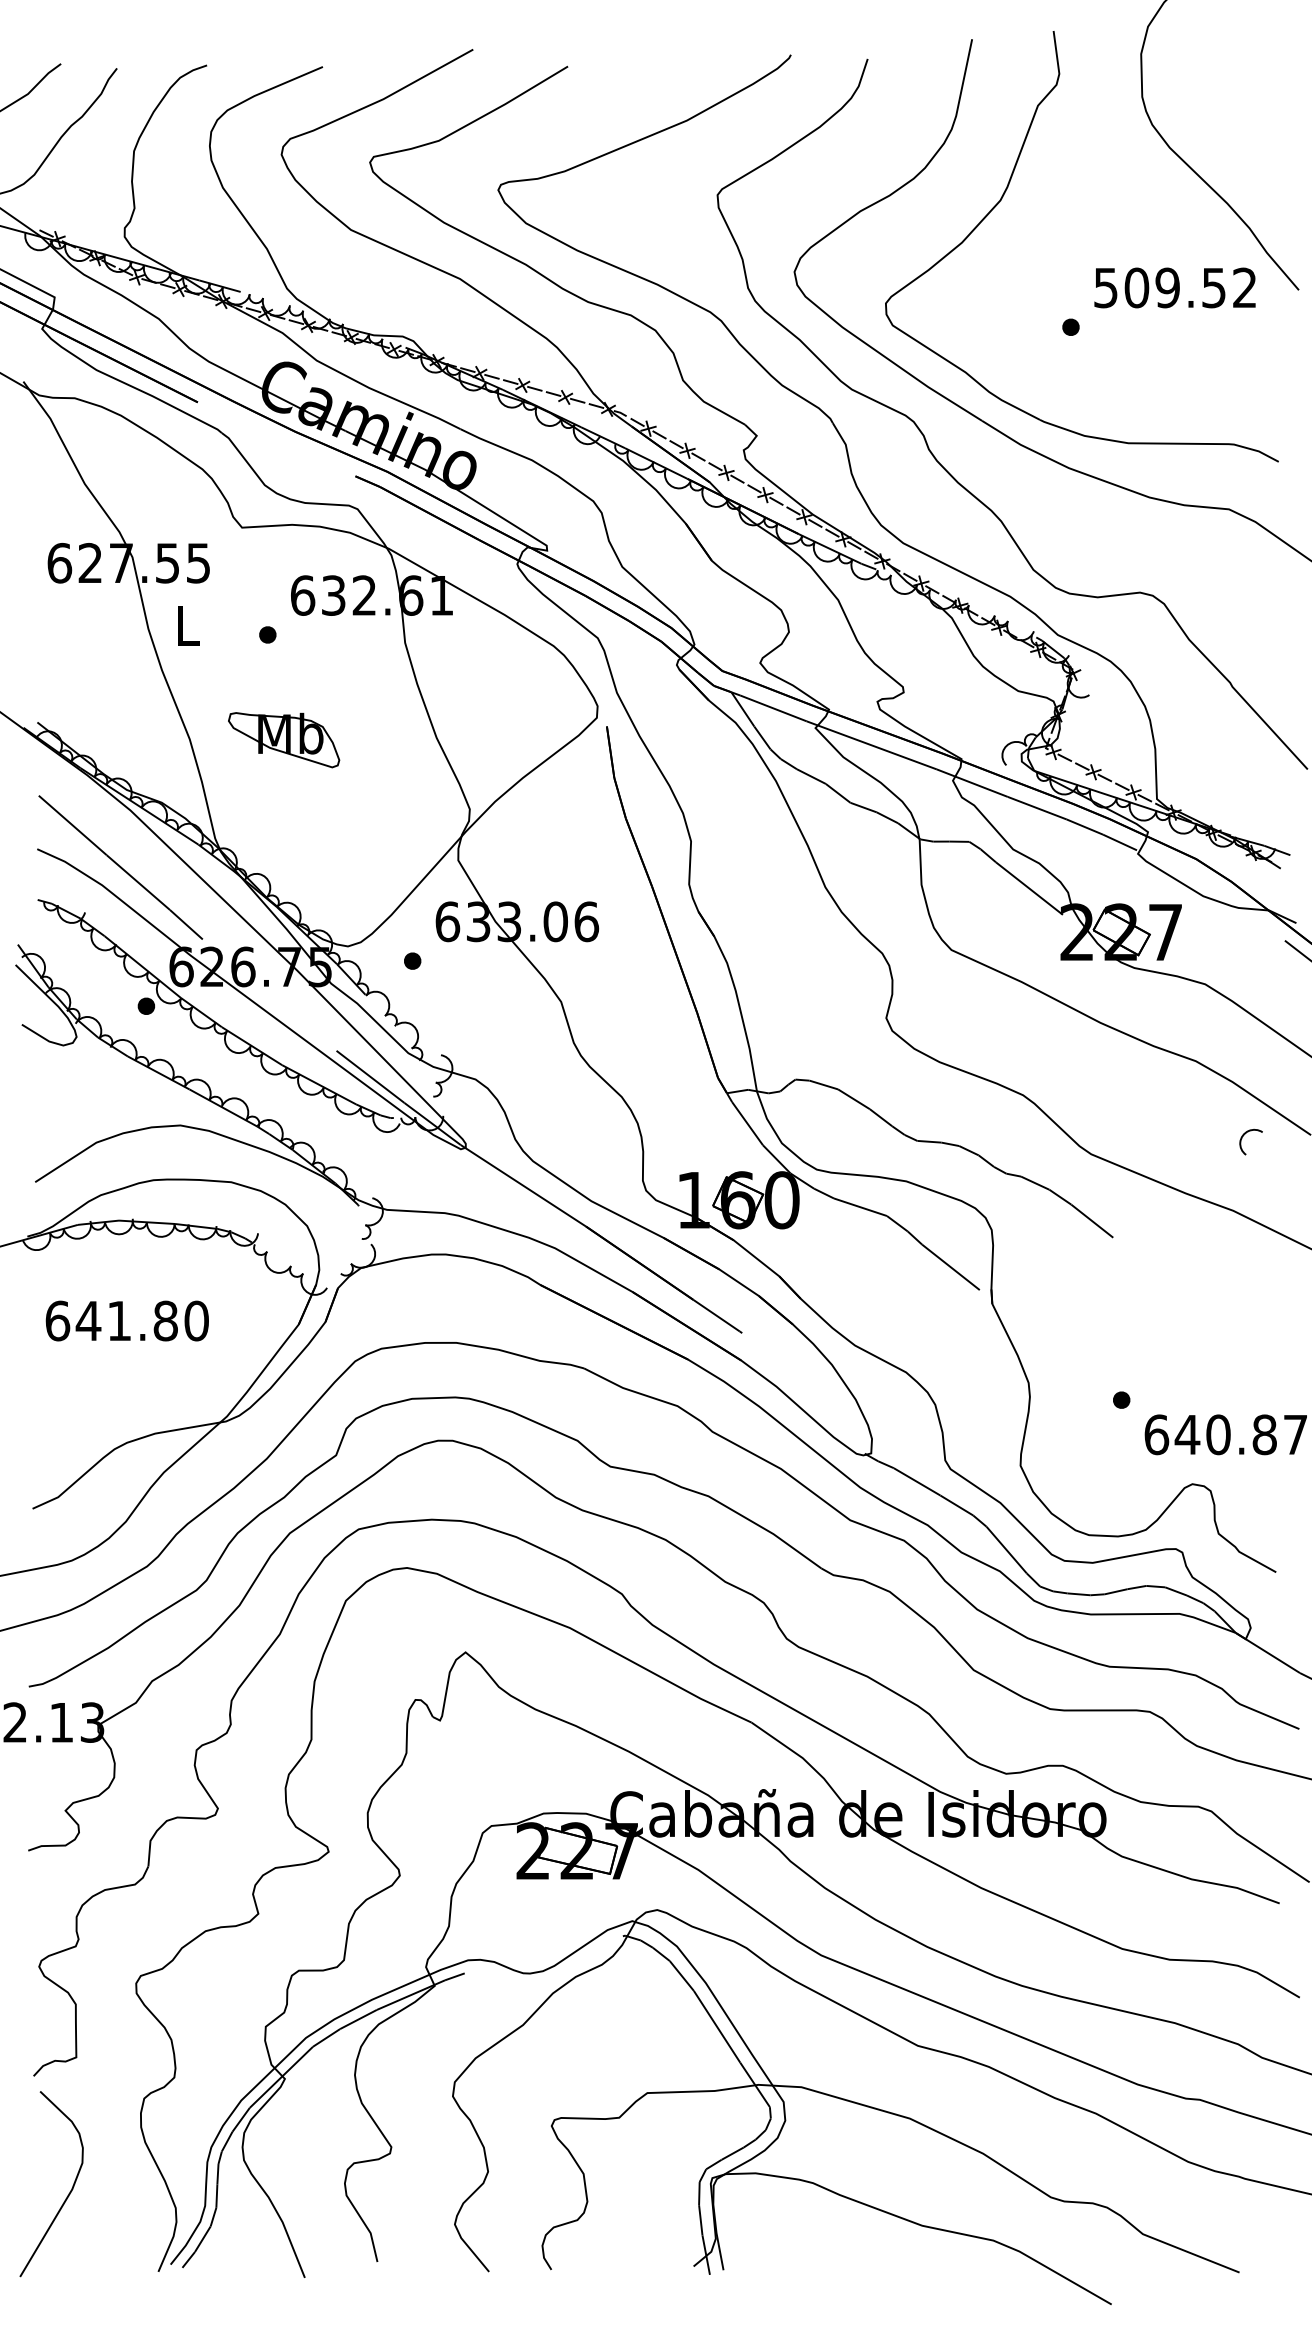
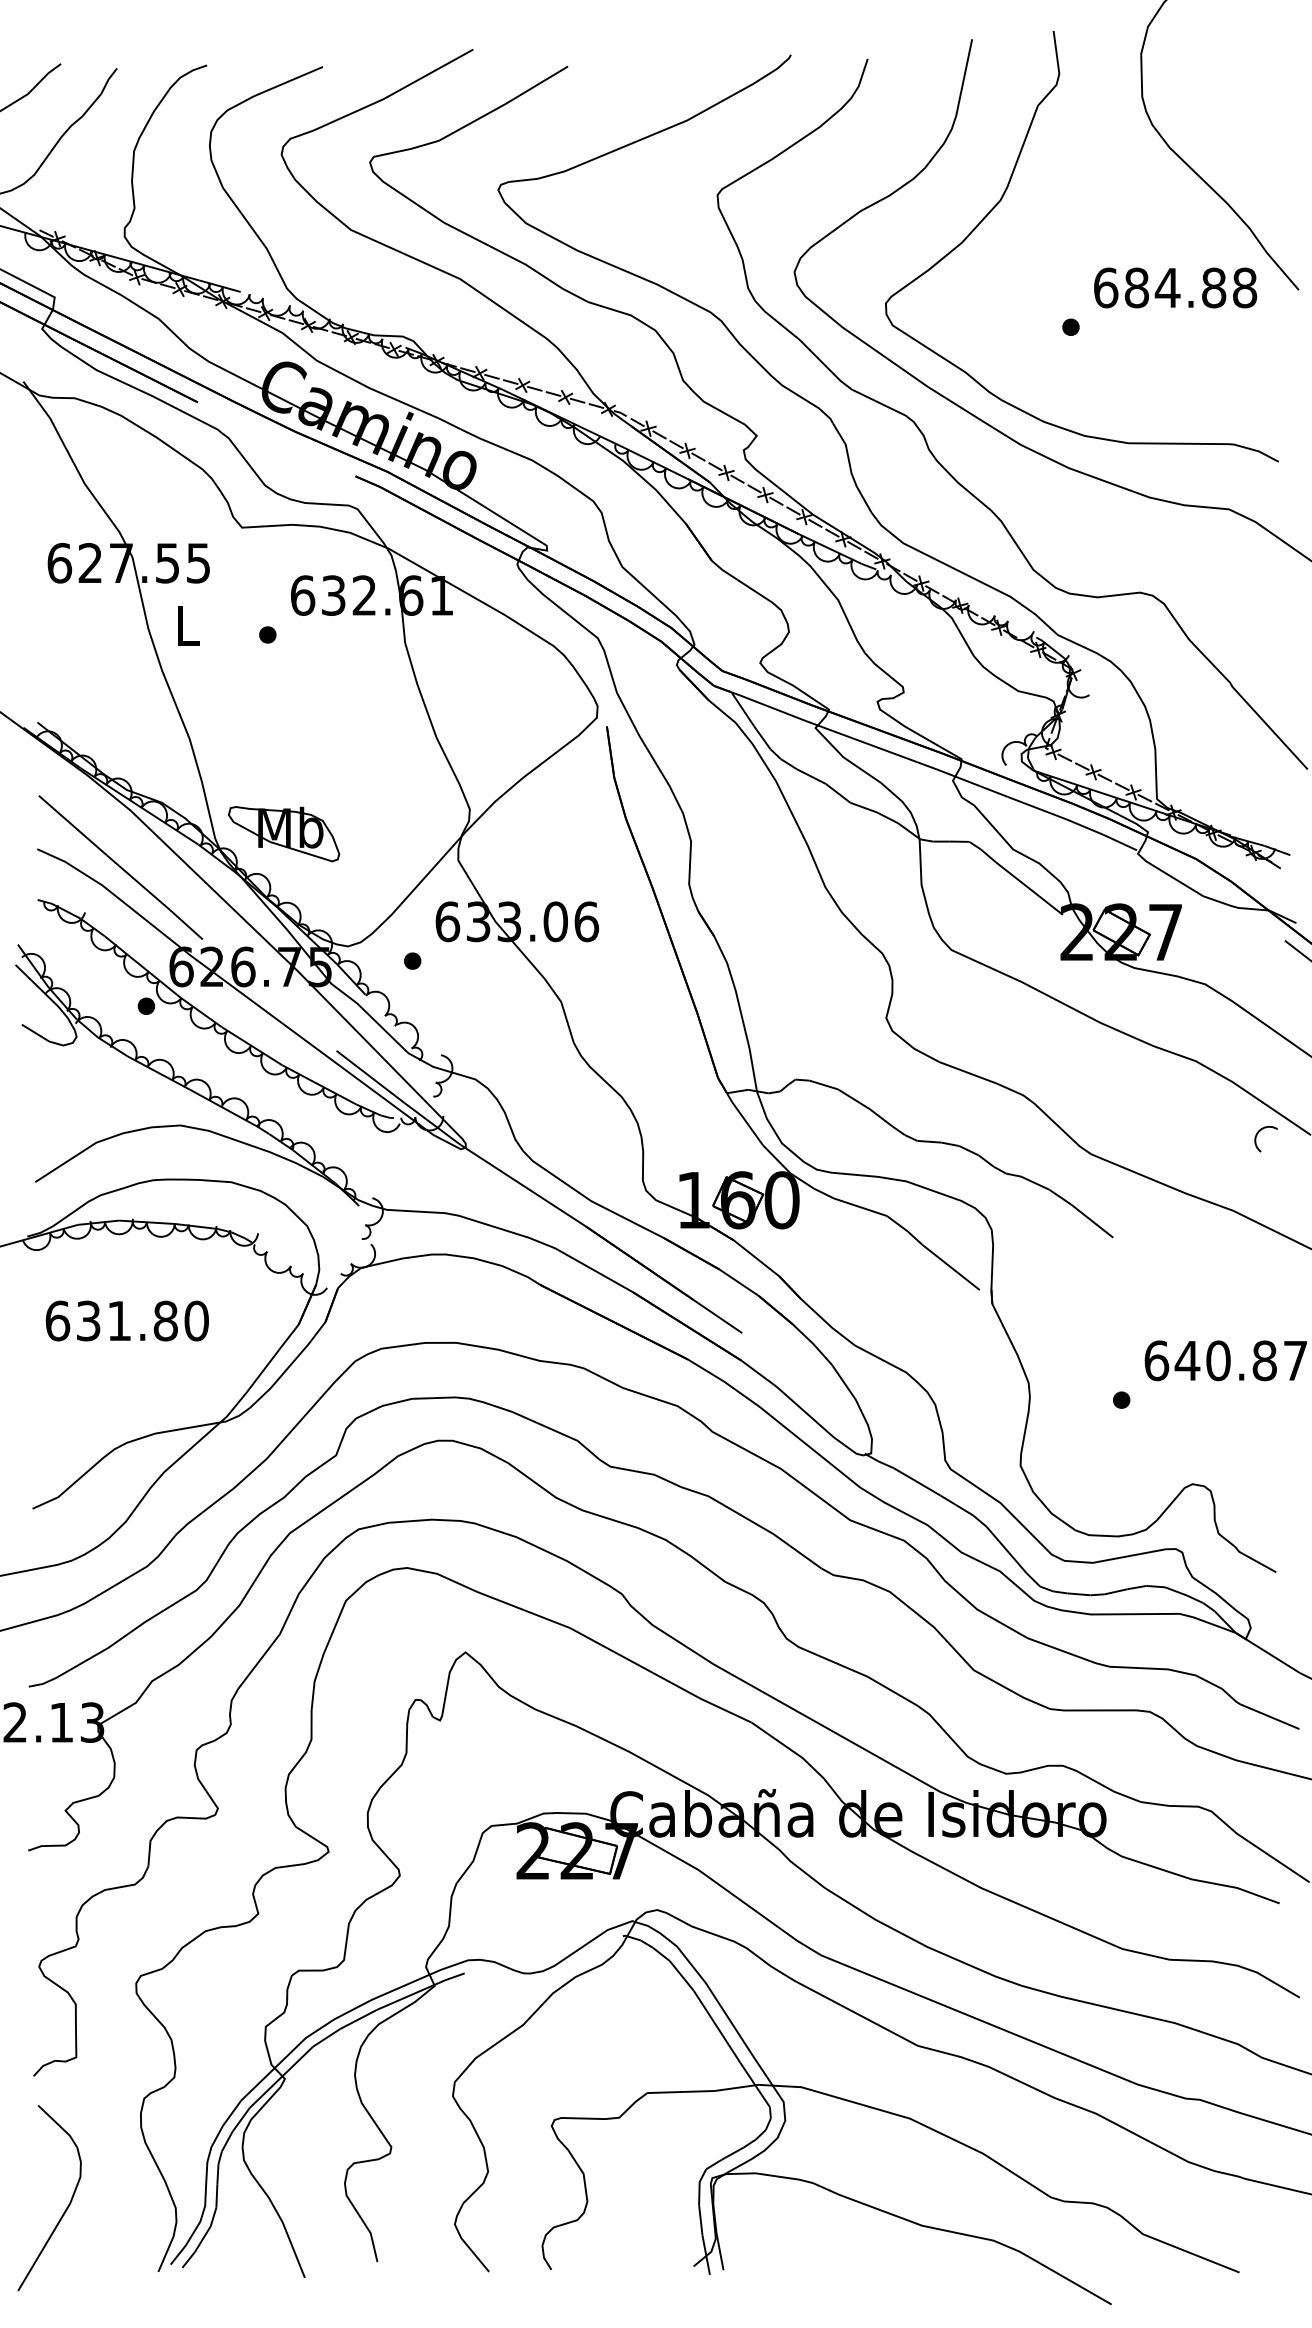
text at (1175, 287): 509.52 -> 684.88
part at (284, 740) position: (284, 740) -> (284, 834)
arc at (1244, 1135) position: (1244, 1135) -> (1259, 1132)
text at (88, 1320): 641.80 -> 631.80
text at (1225, 1434) position: (1225, 1434) -> (1225, 1360)
curve at (68, 2193) position: (68, 2193) -> (66, 2207)
